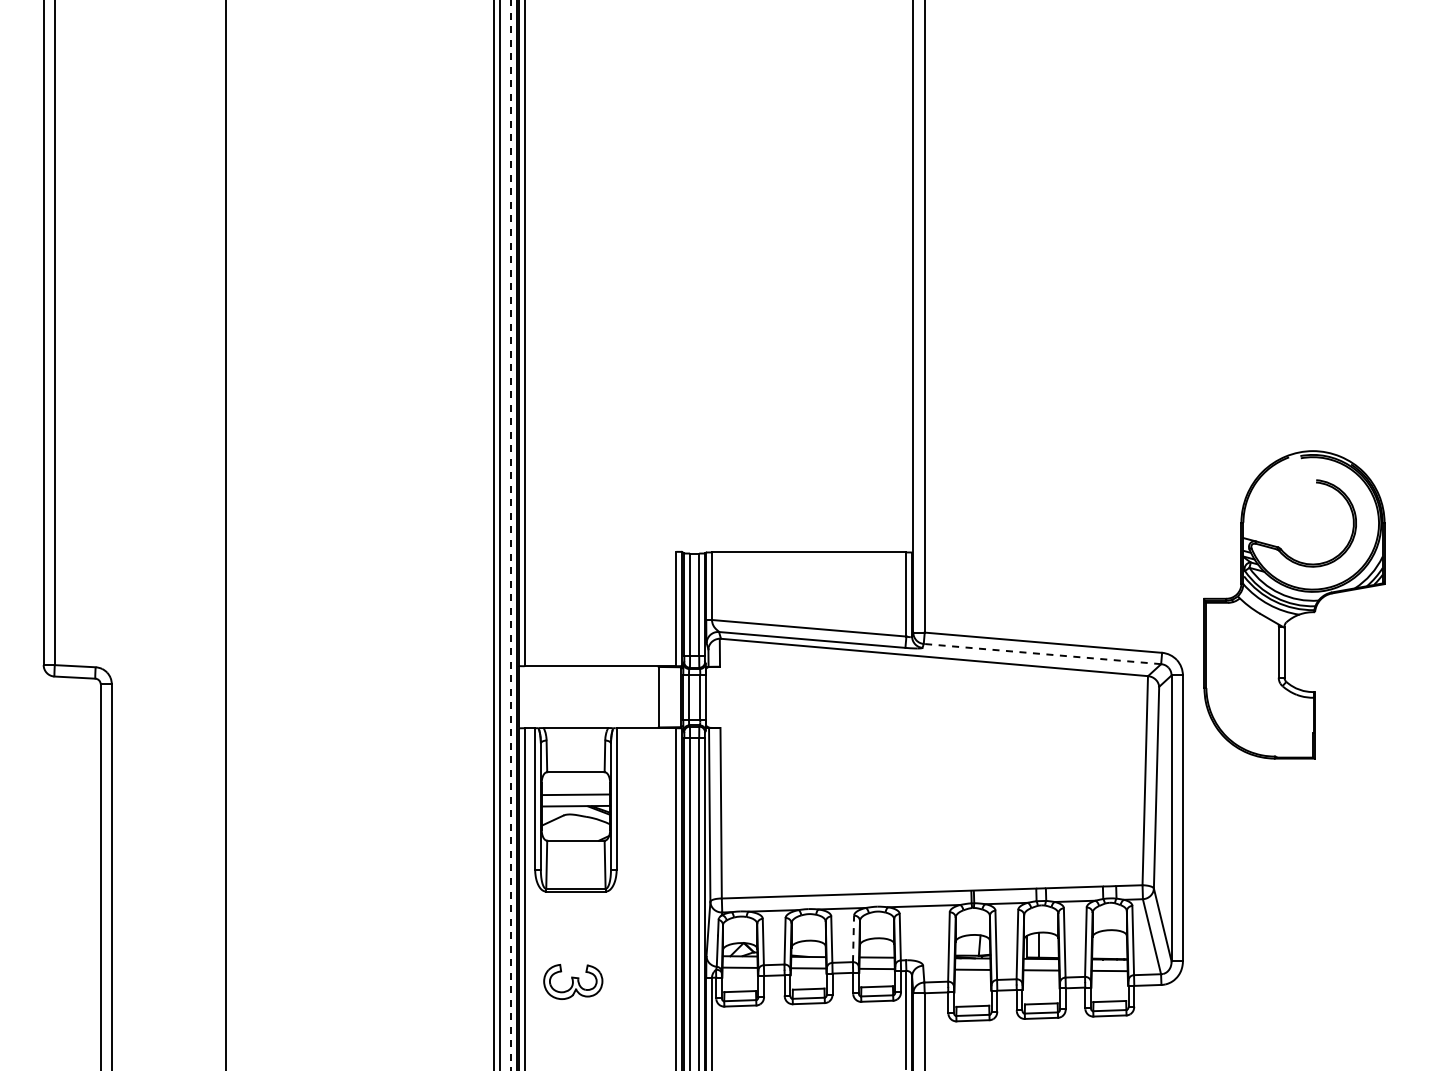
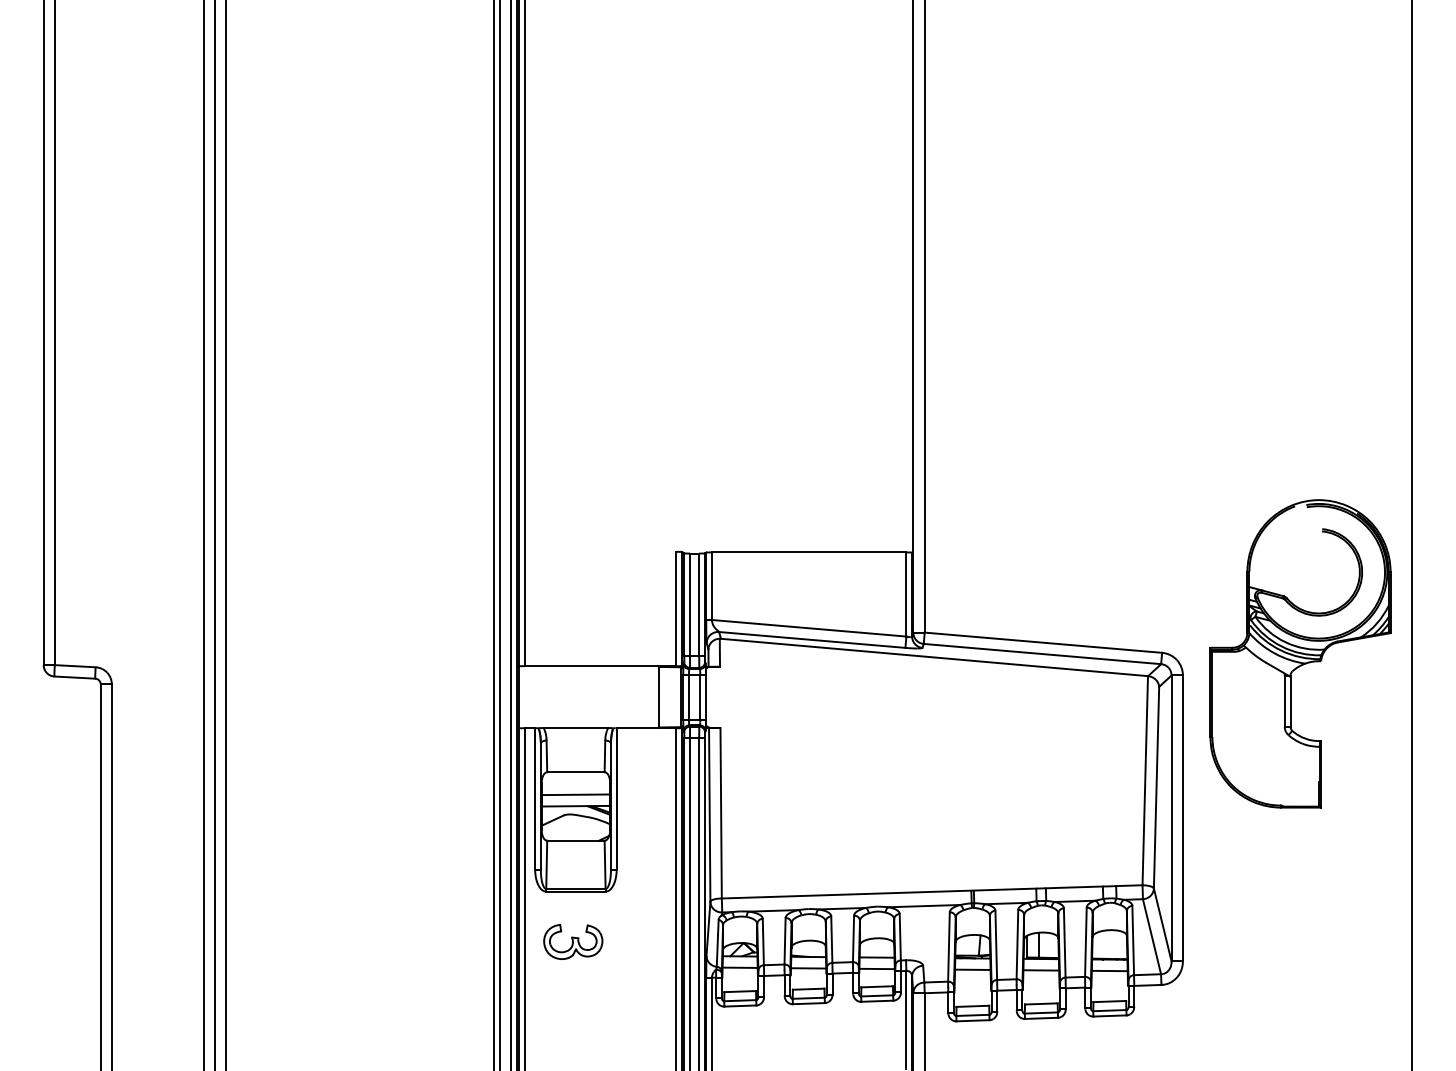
line at (203, 534): none -> present
line at (214, 534): none -> present
line at (1412, 534): none -> present
line at (510, 535): dashed -> solid
part at (1294, 604) position: (1294, 604) -> (1300, 653)
line at (1041, 654): dashed -> solid
line at (853, 938): dashed -> solid
part at (573, 981) position: (573, 981) -> (573, 941)
